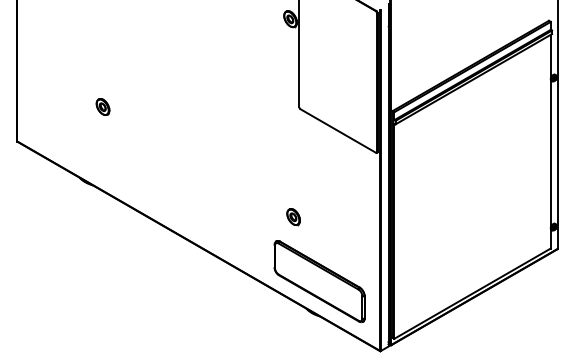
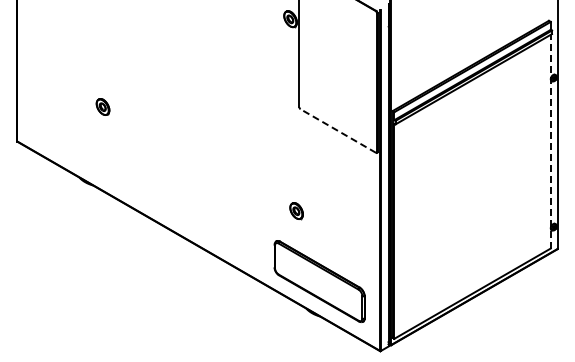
line at (338, 131): solid -> dashed
line at (550, 141): solid -> dashed
part at (293, 217) position: (293, 217) -> (296, 211)
